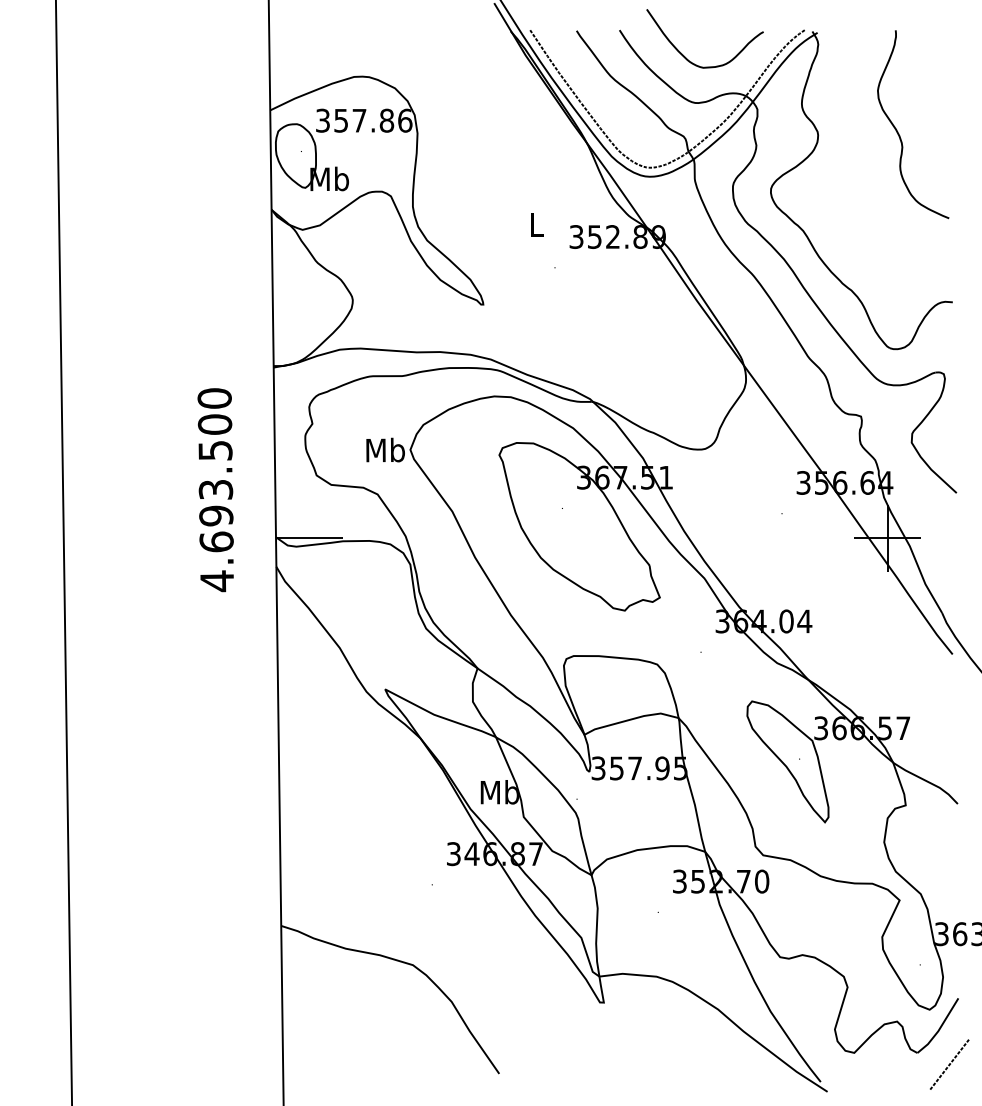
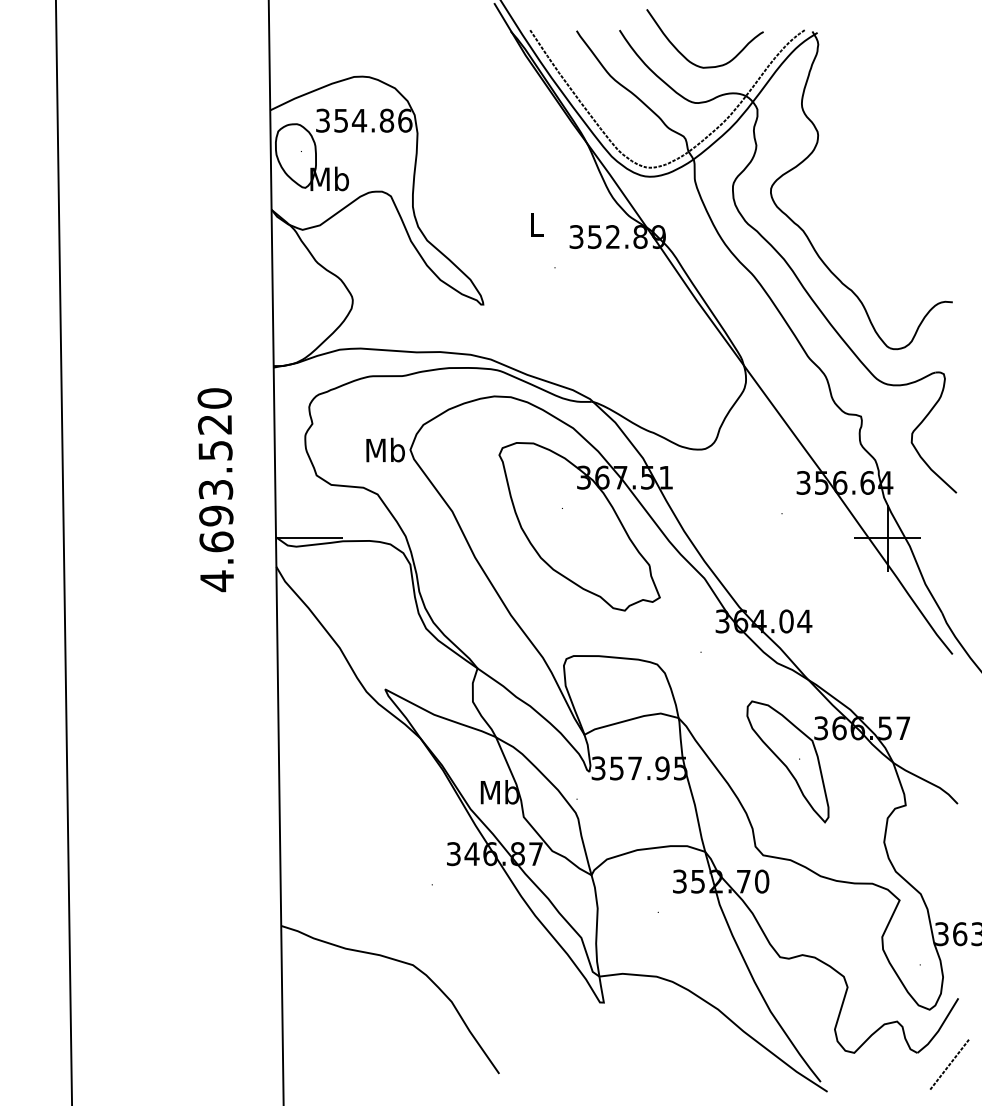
text at (359, 120): 357.86 -> 354.86
curve at (898, 131): present -> none
text at (214, 424): 4.693.500 -> 4.693.520
